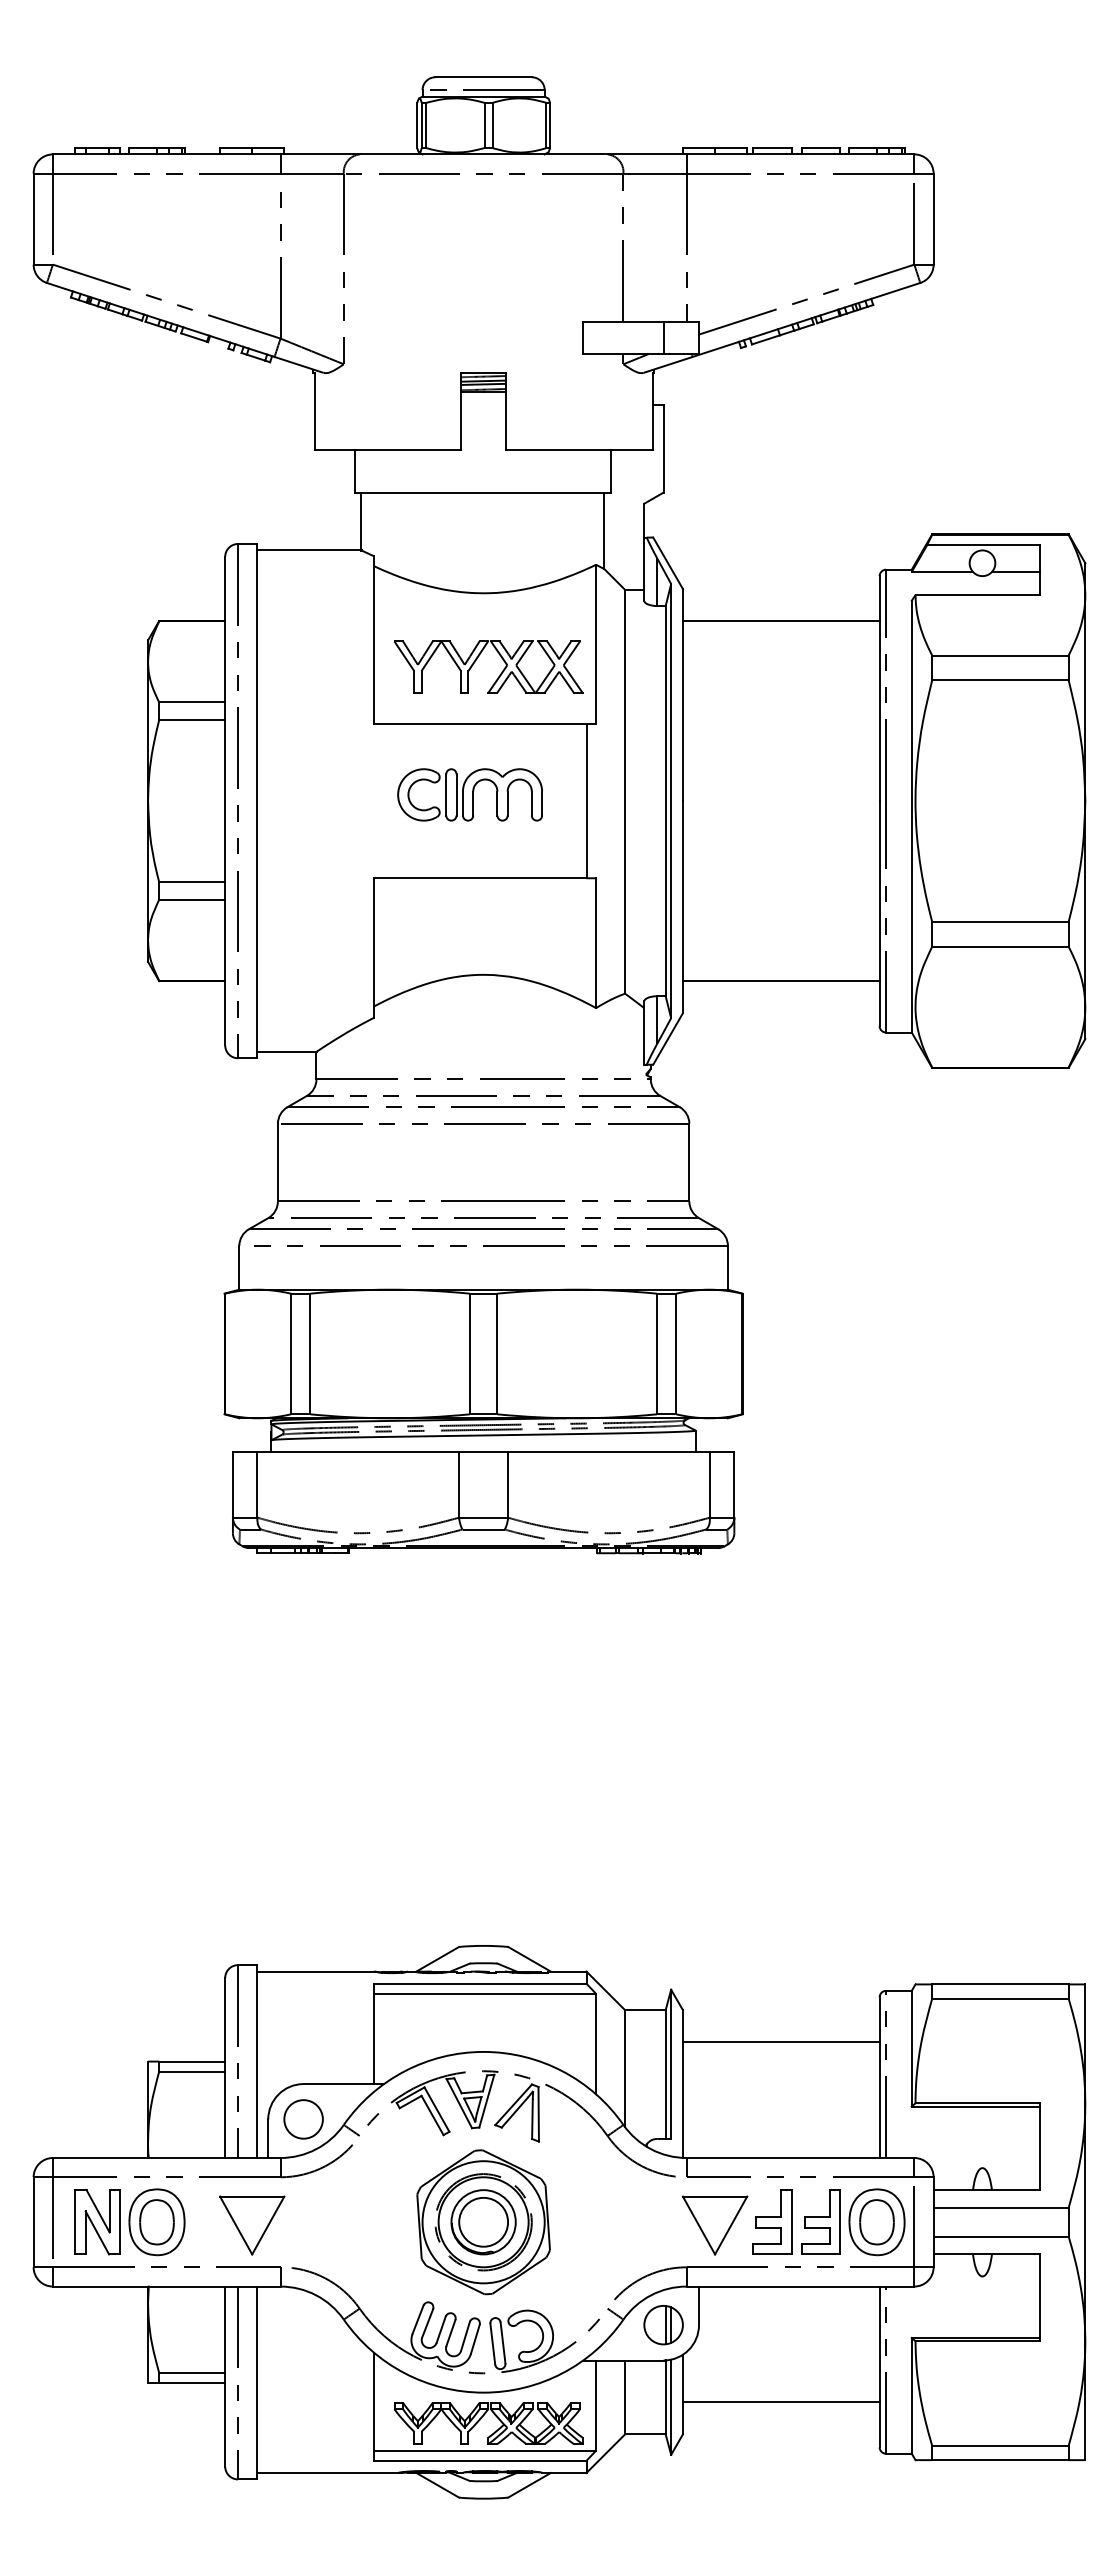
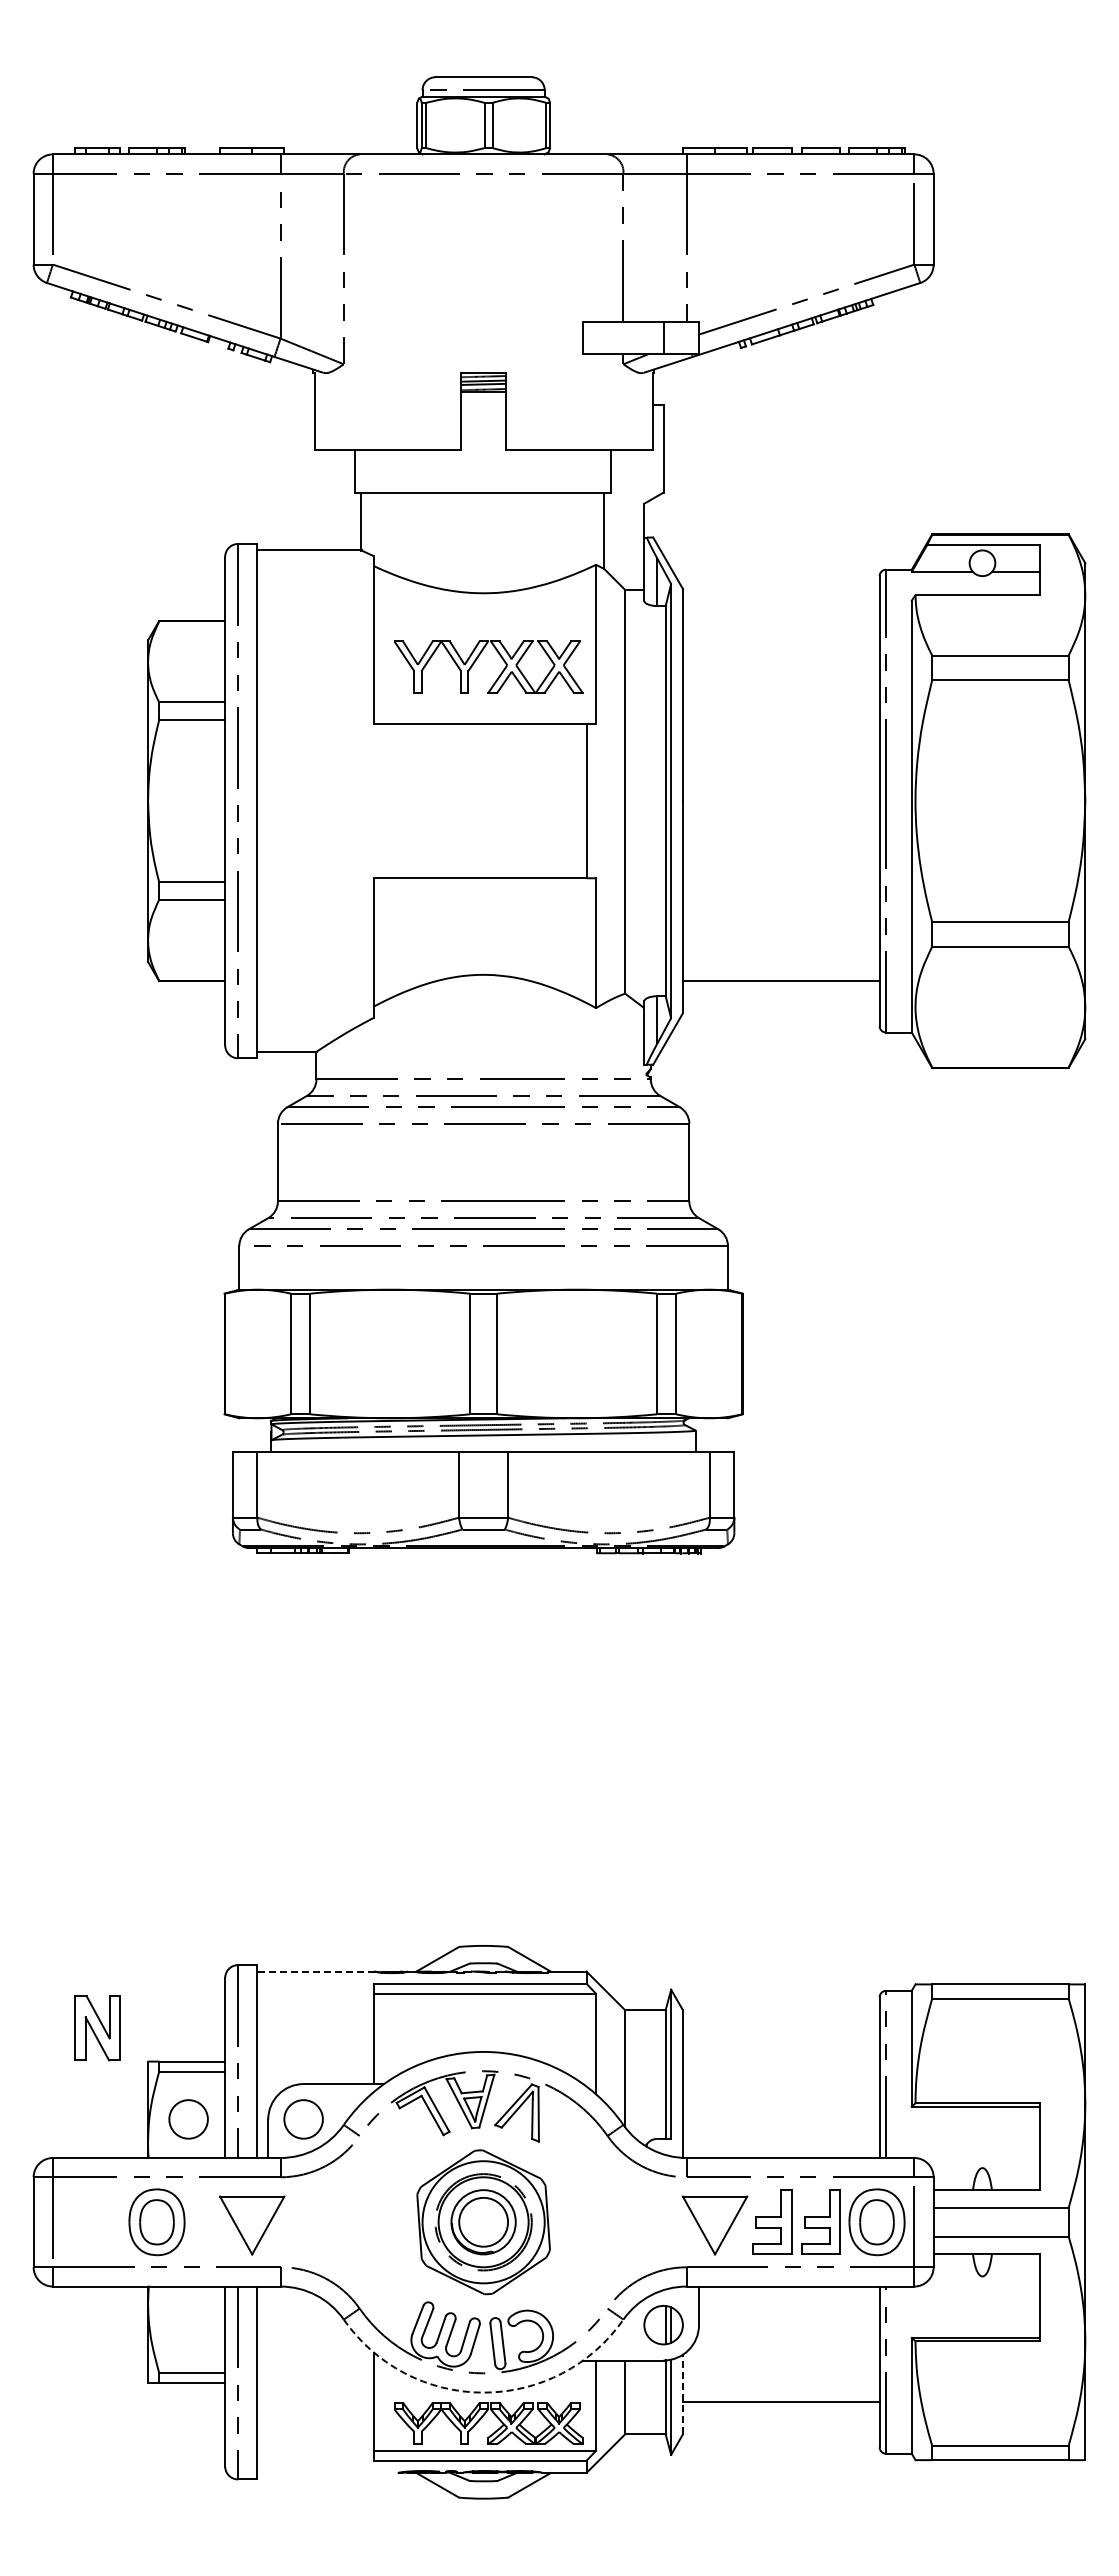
line at (780, 621): present -> none
part at (469, 794): present -> none
line at (315, 1971): solid -> dashed
line at (780, 2042): present -> none
circle at (188, 2119): none -> present
part at (97, 2222) position: (97, 2222) -> (97, 2028)
arc at (483, 2392): solid -> dashed
line at (682, 2394): solid -> dashed
line at (328, 2473): present -> none
